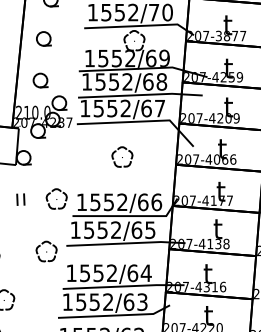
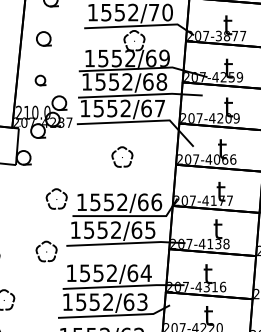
part at (40, 80) size: 17x17 px -> 13x13 px
part at (20, 199): present -> none
